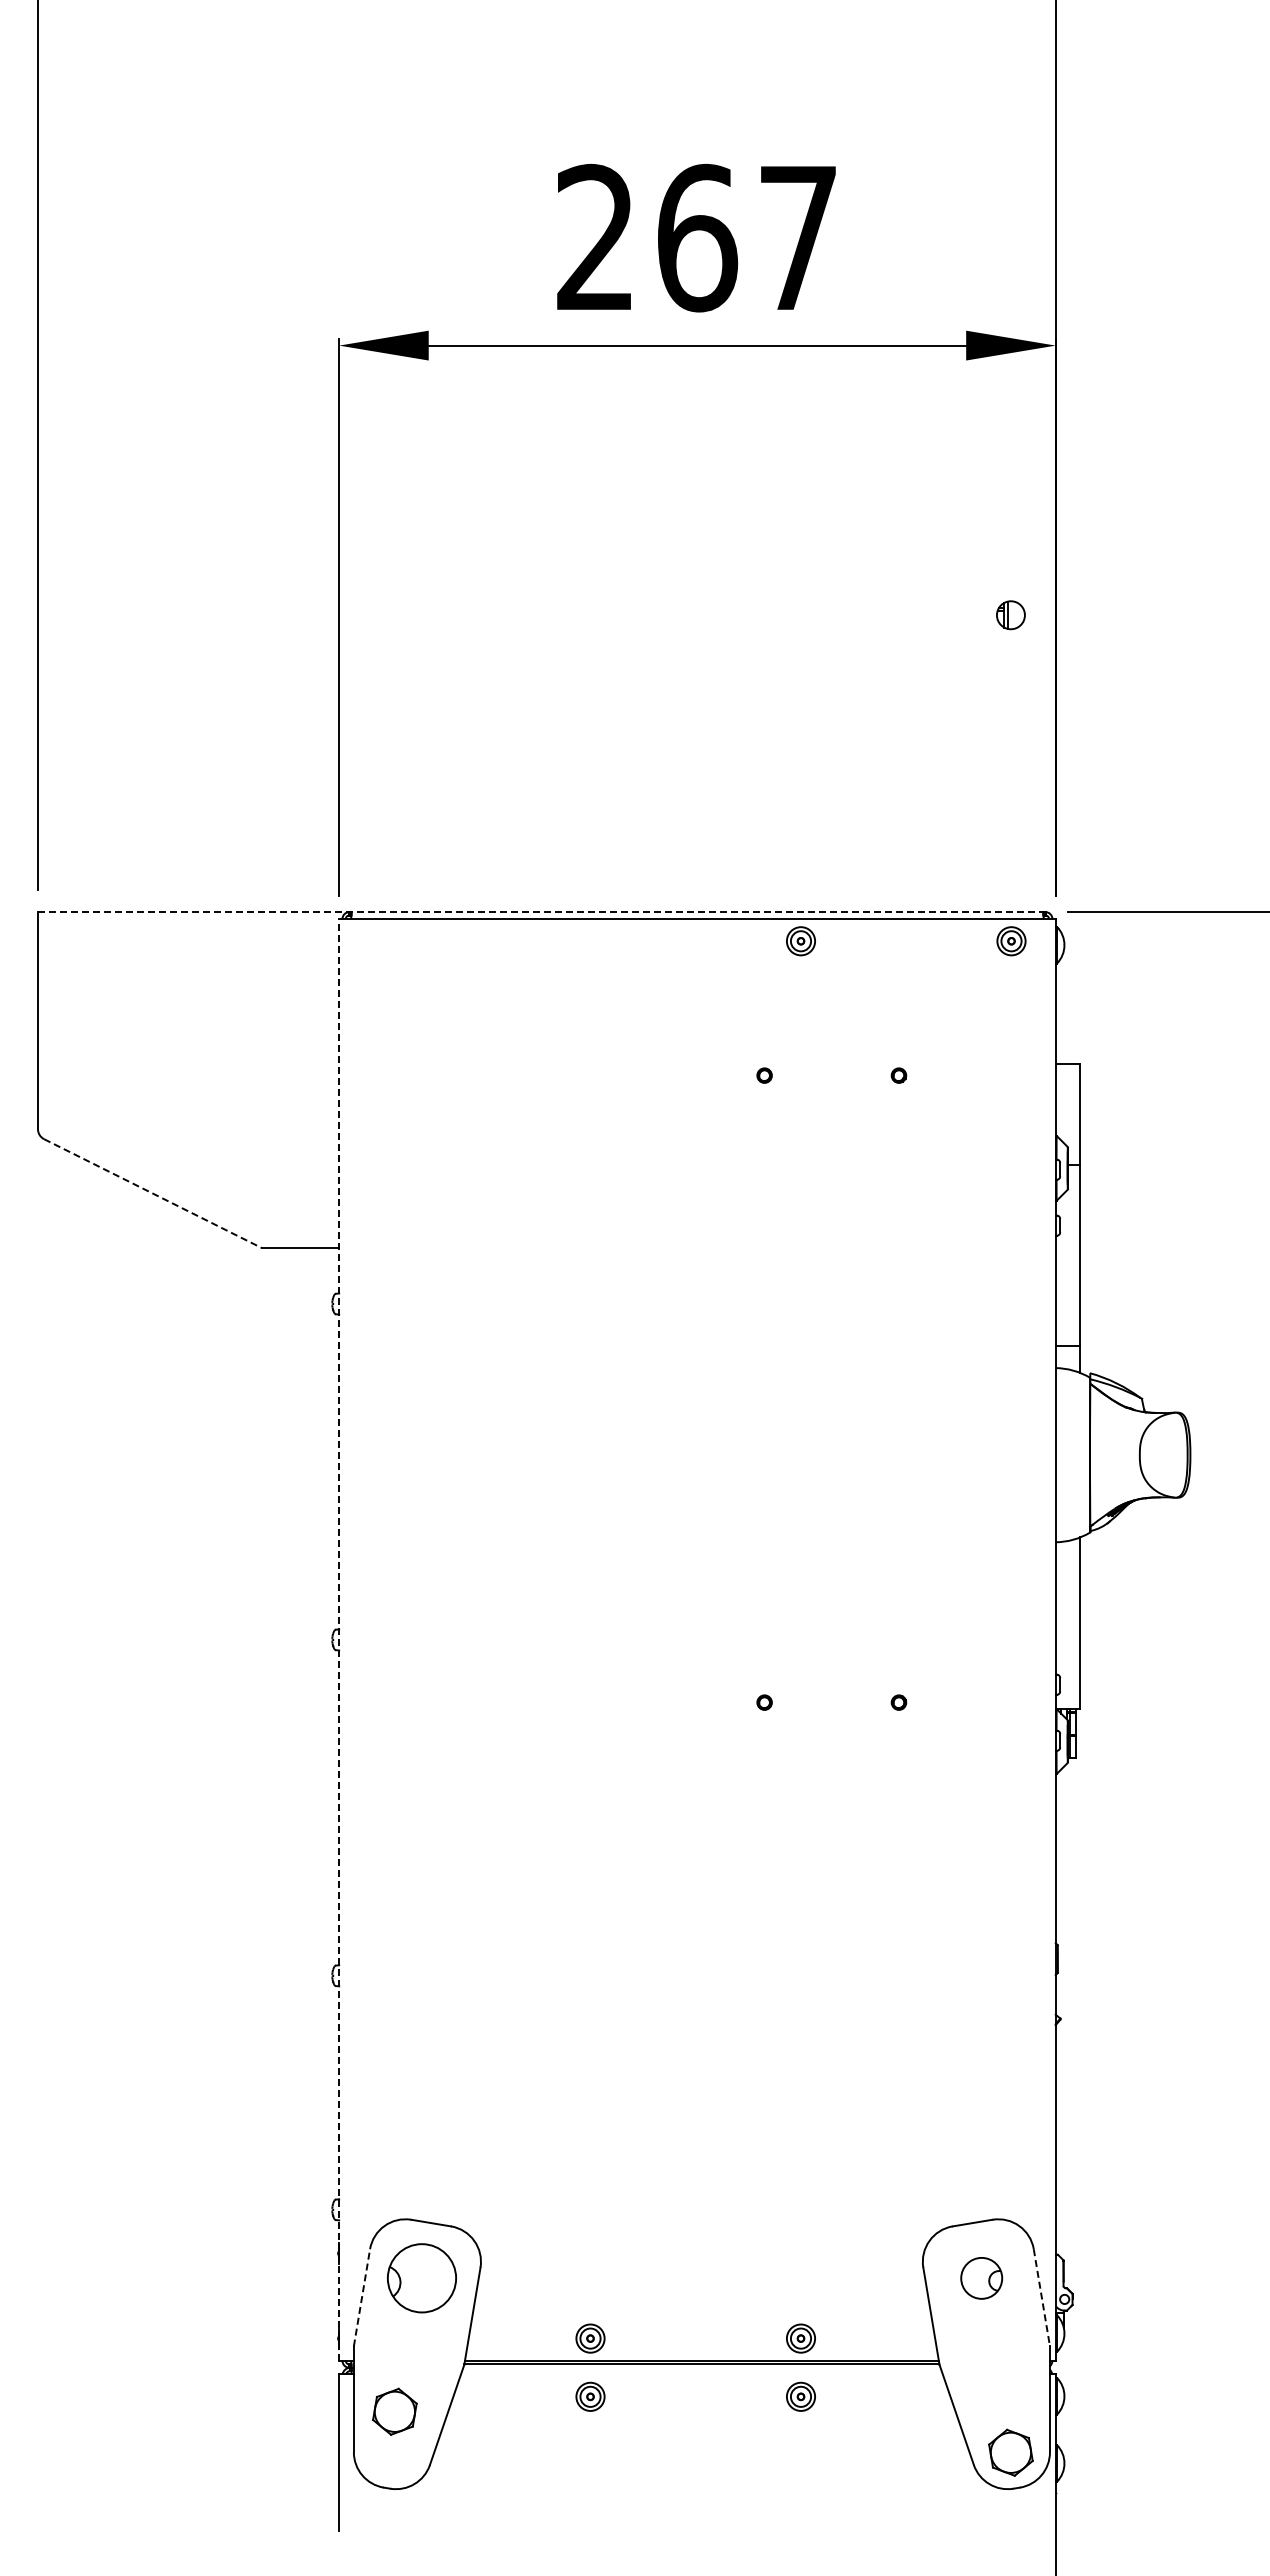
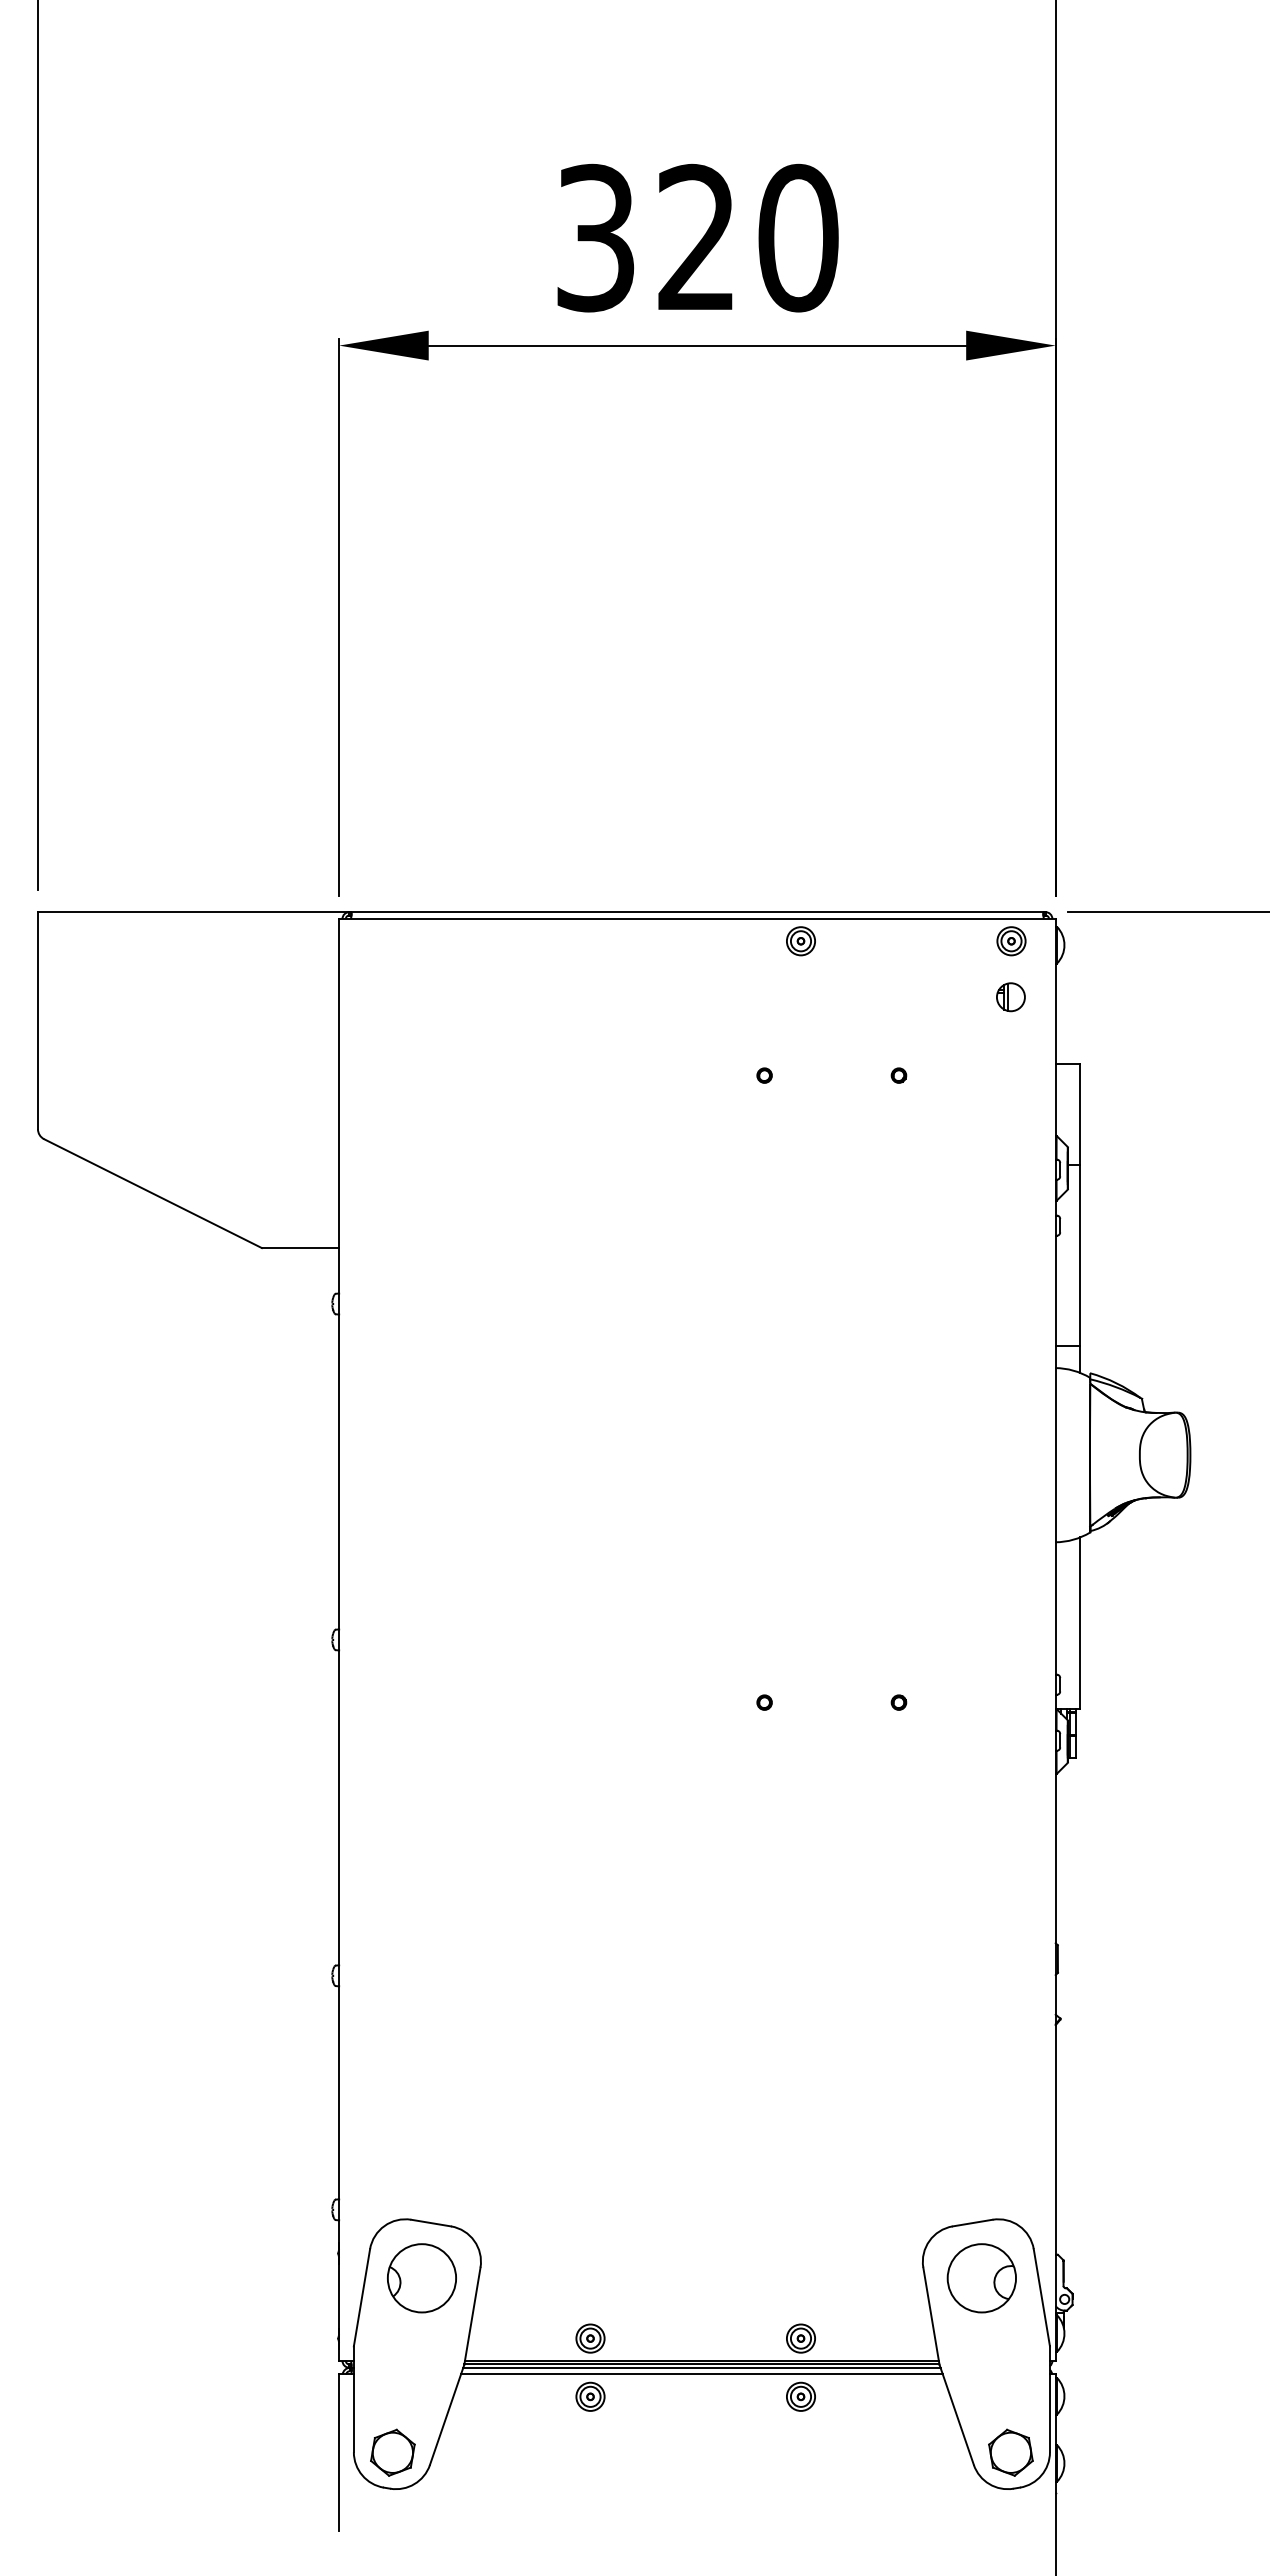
text at (697, 237): 267 -> 320
part at (1010, 615) position: (1010, 615) -> (1010, 997)
line at (541, 912): dashed -> solid
line at (153, 1193): dashed -> solid
line at (339, 1639): dashed -> solid
part at (981, 2278) size: 44x43 px -> 71x71 px
line at (362, 2297): dashed -> solid
line at (1041, 2298): dashed -> solid
line at (701, 2367): none -> present
line at (701, 2374): none -> present
part at (394, 2411) position: (394, 2411) -> (392, 2452)
